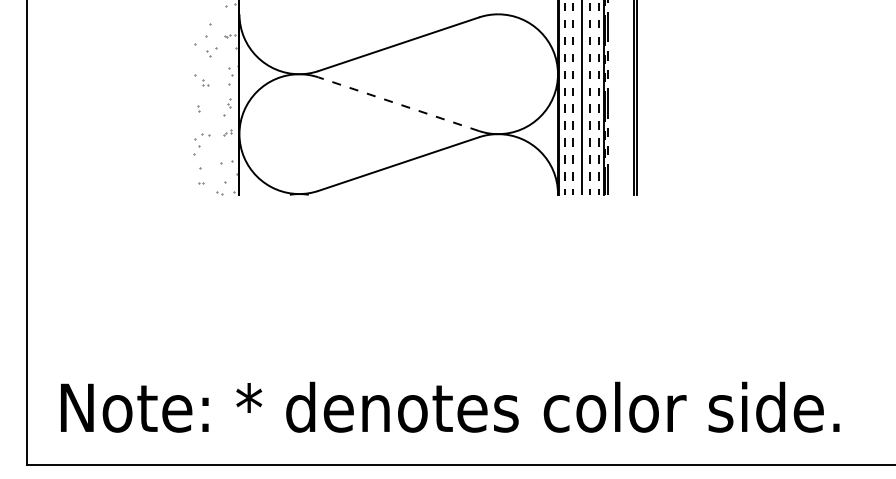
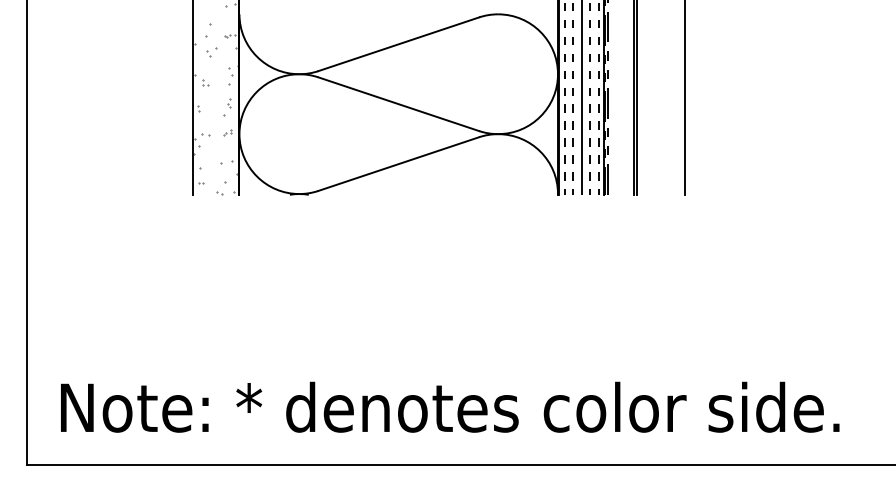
line at (193, 98): none -> present
line at (685, 98): none -> present
line at (398, 104): dashed -> solid
